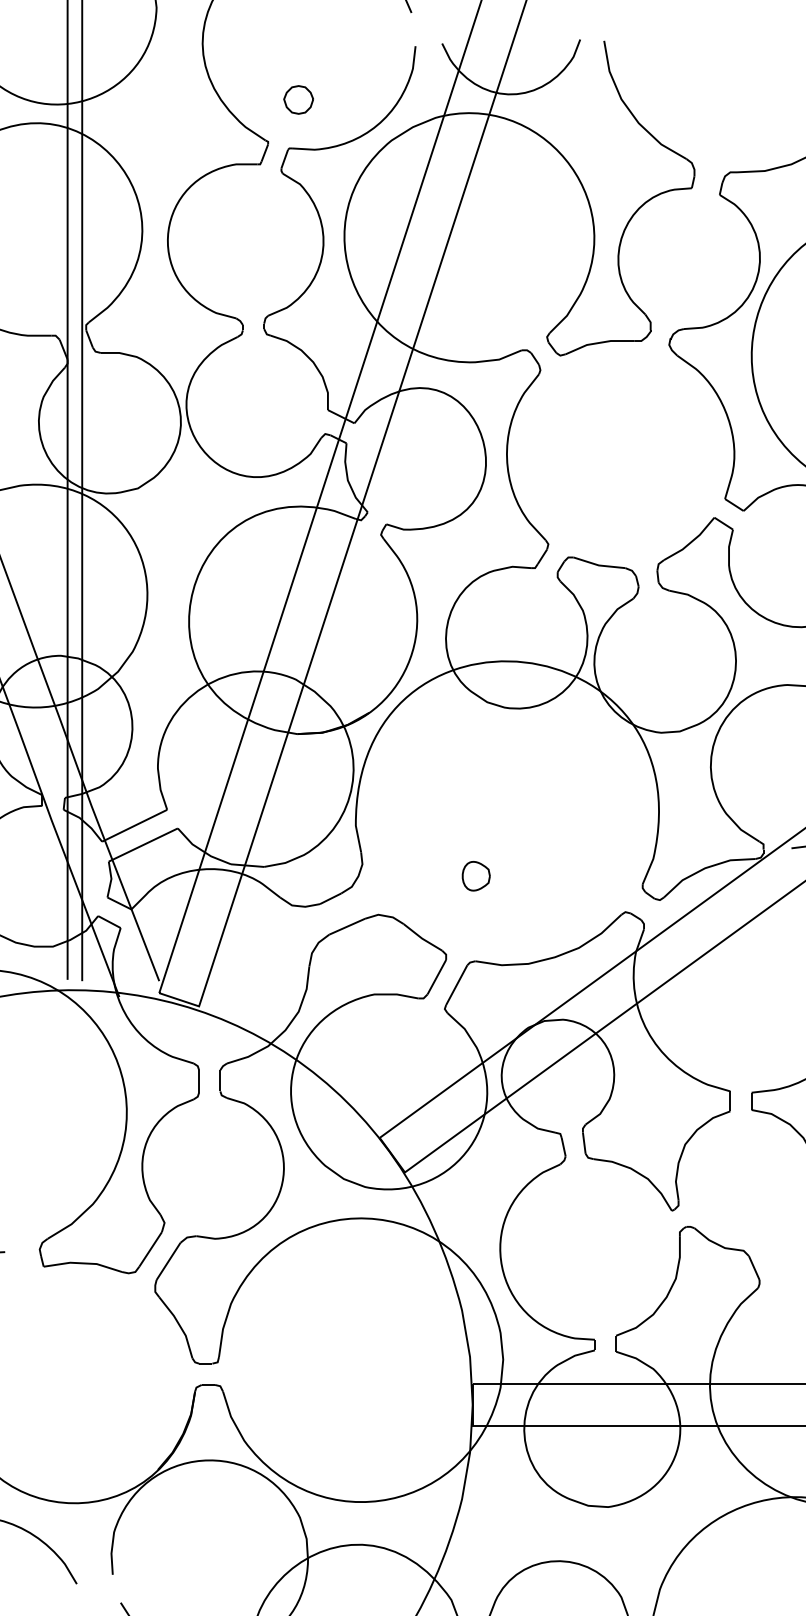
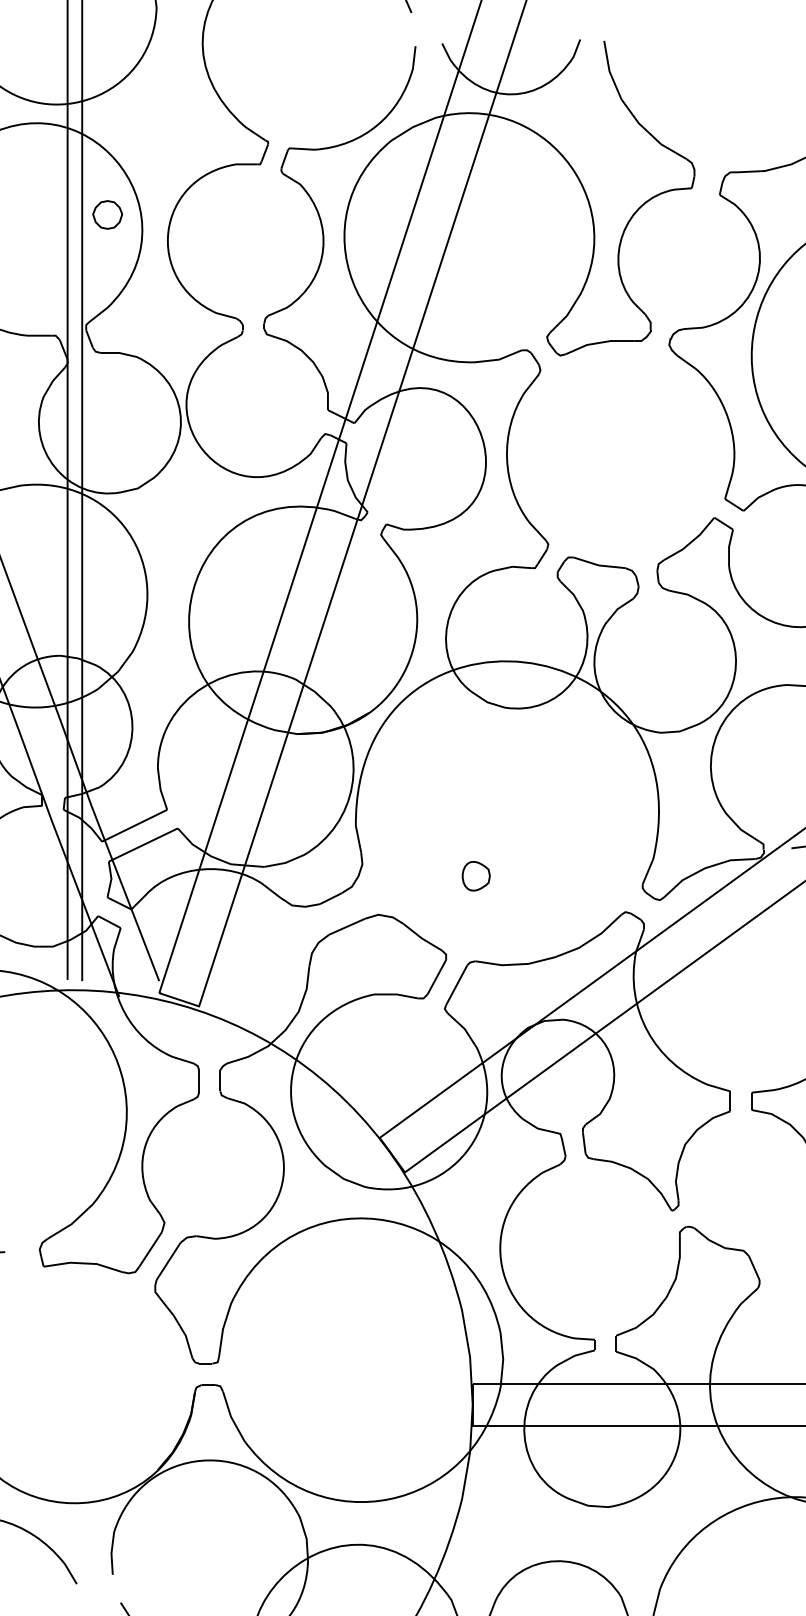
part at (298, 99) position: (298, 99) -> (107, 214)
